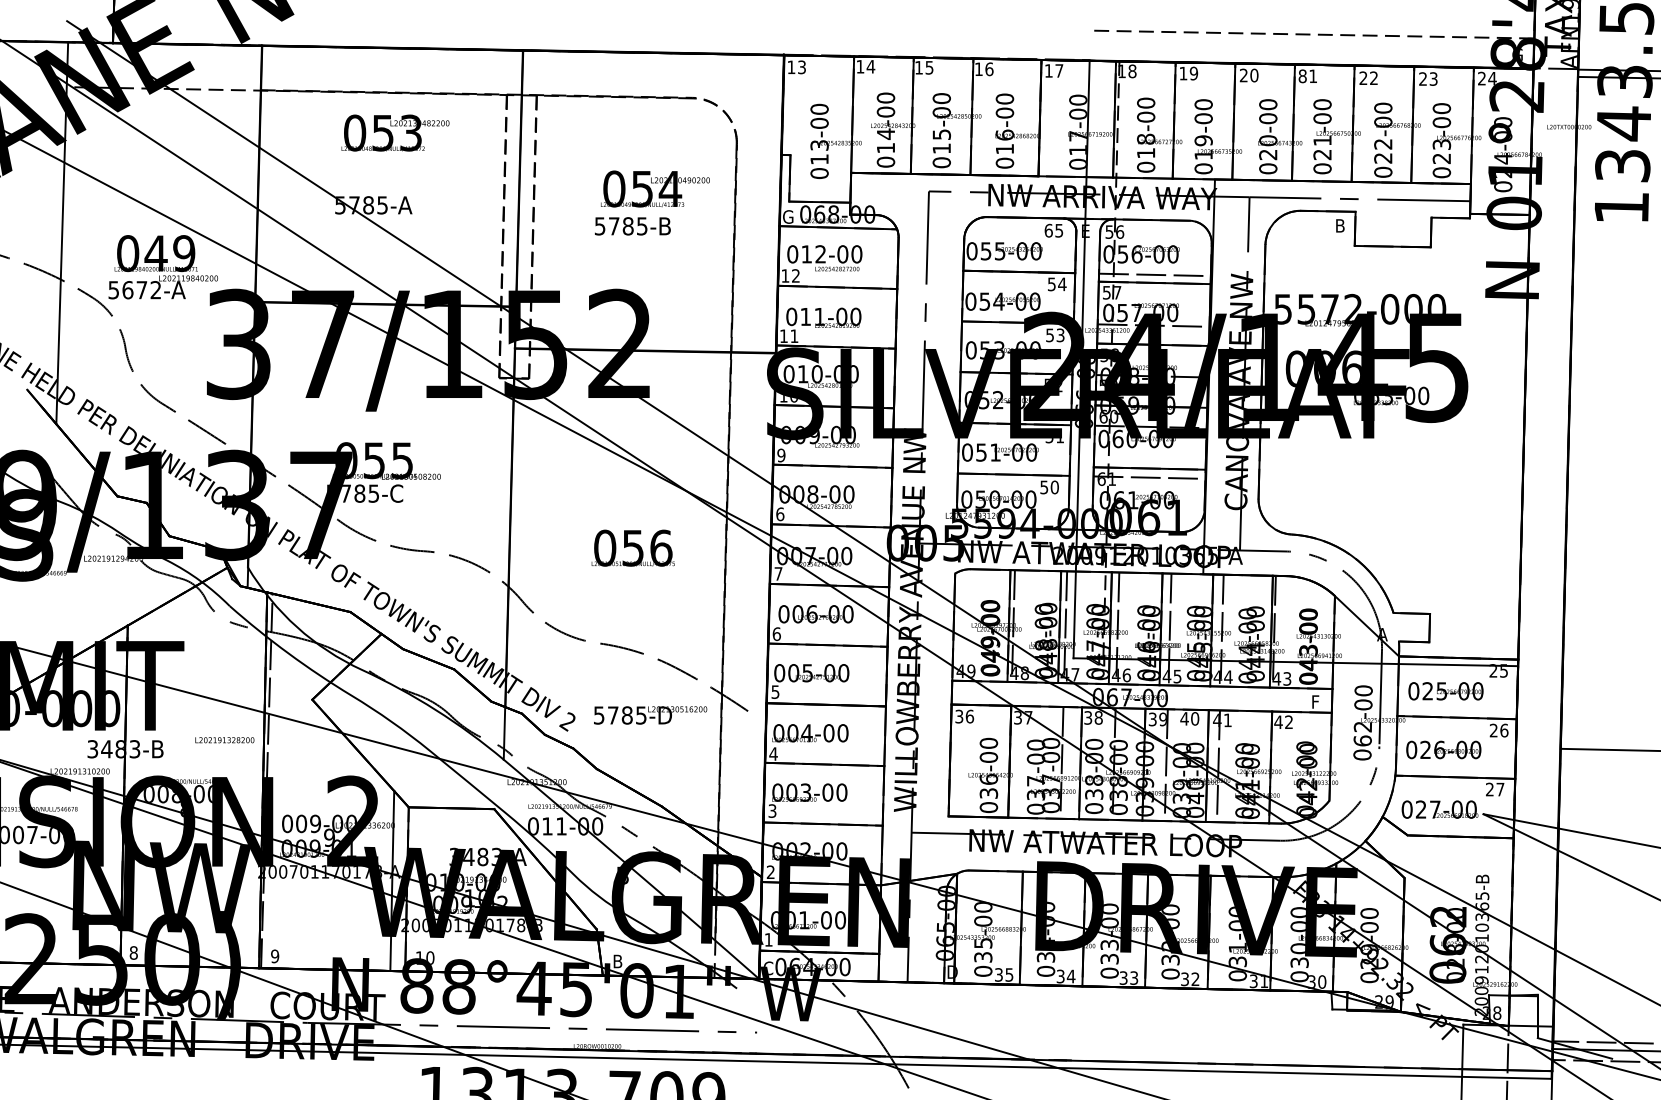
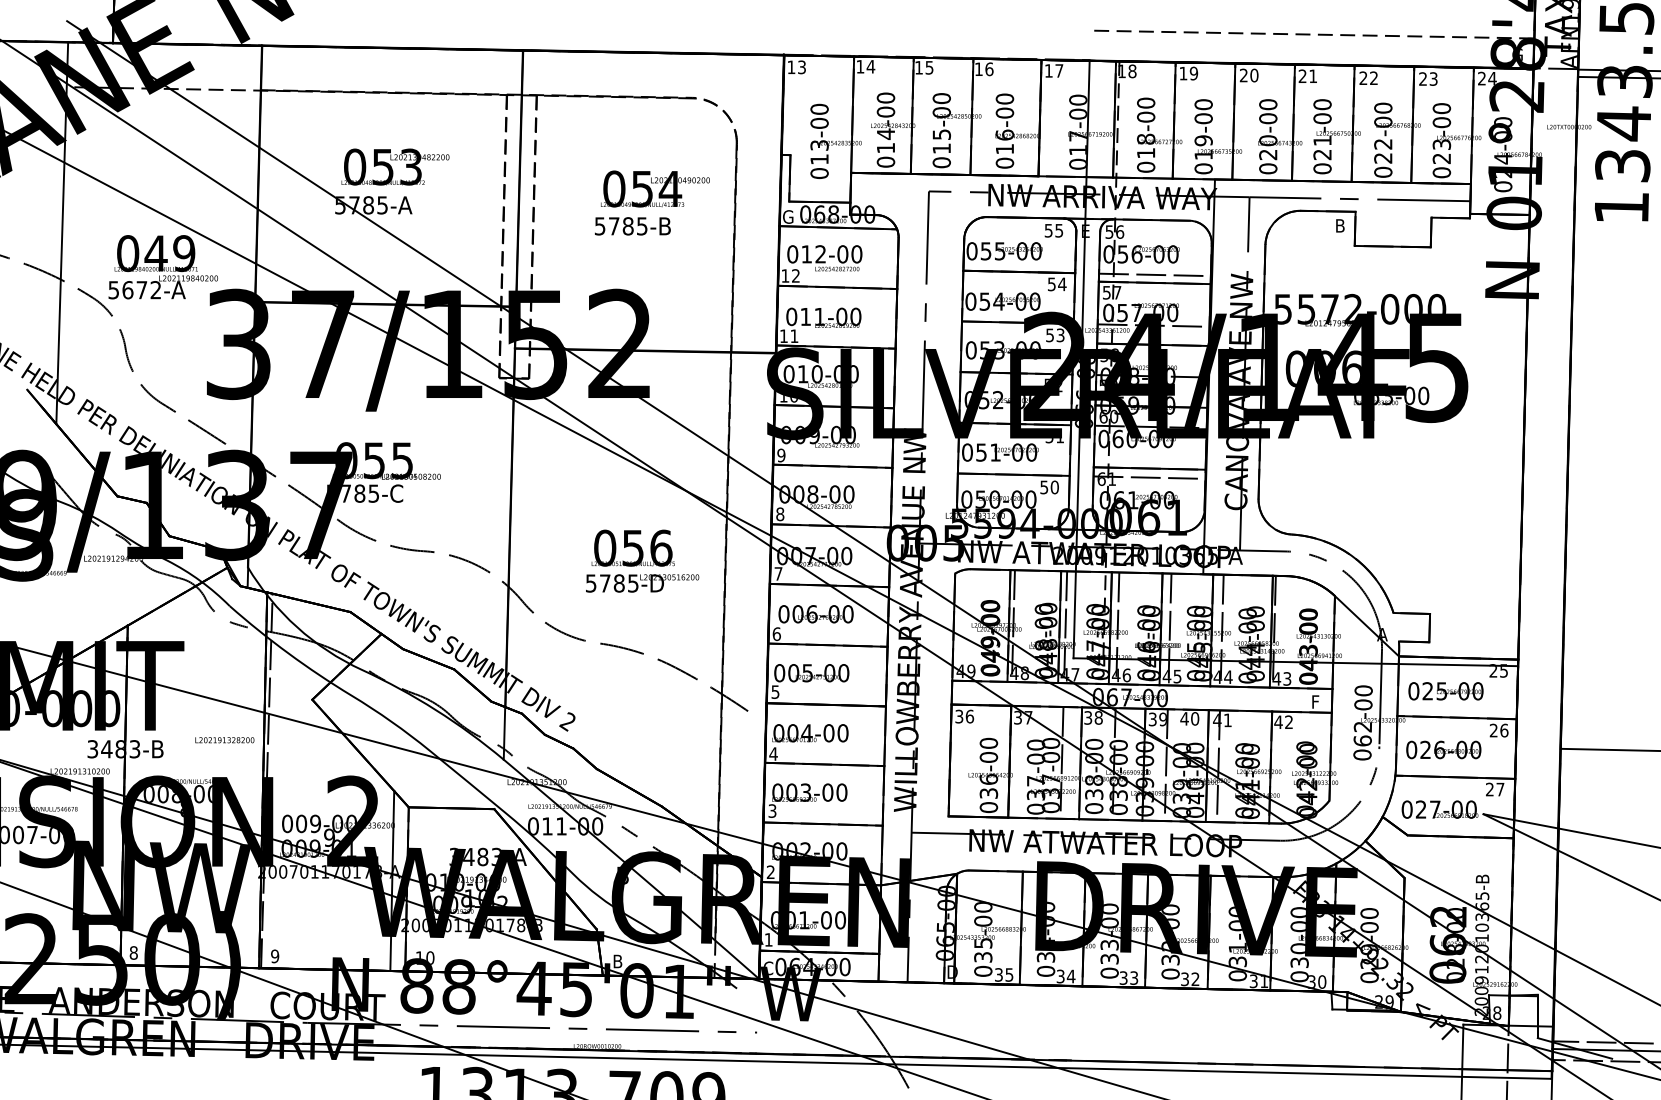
text at (1302, 76): 81 -> 21
text at (395, 132) position: (395, 132) -> (395, 166)
text at (1048, 230): 65 -> 55
text at (780, 513): 6 -> 8
text at (650, 715) position: (650, 715) -> (642, 583)
